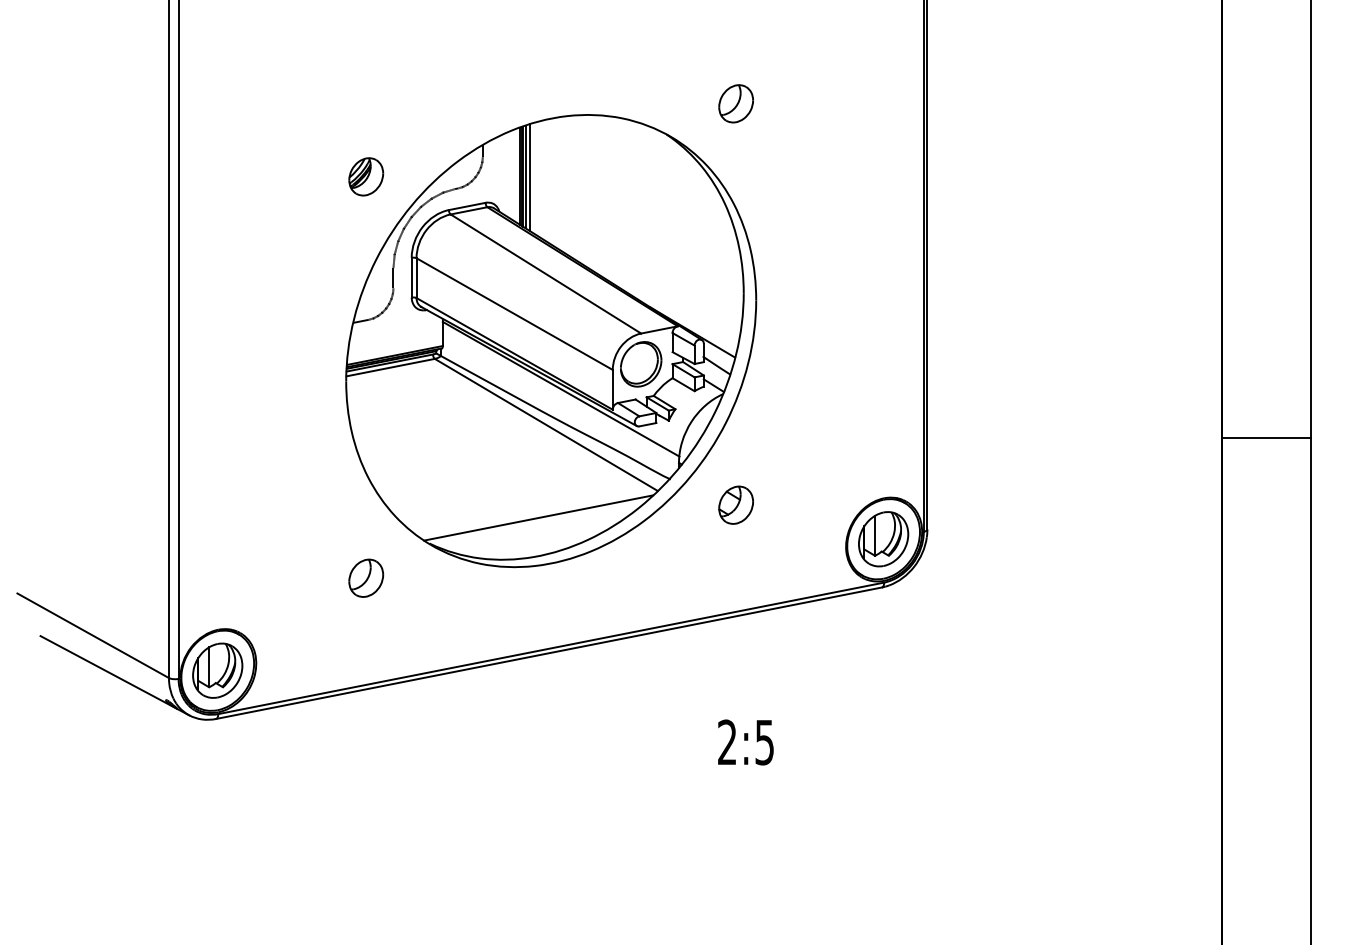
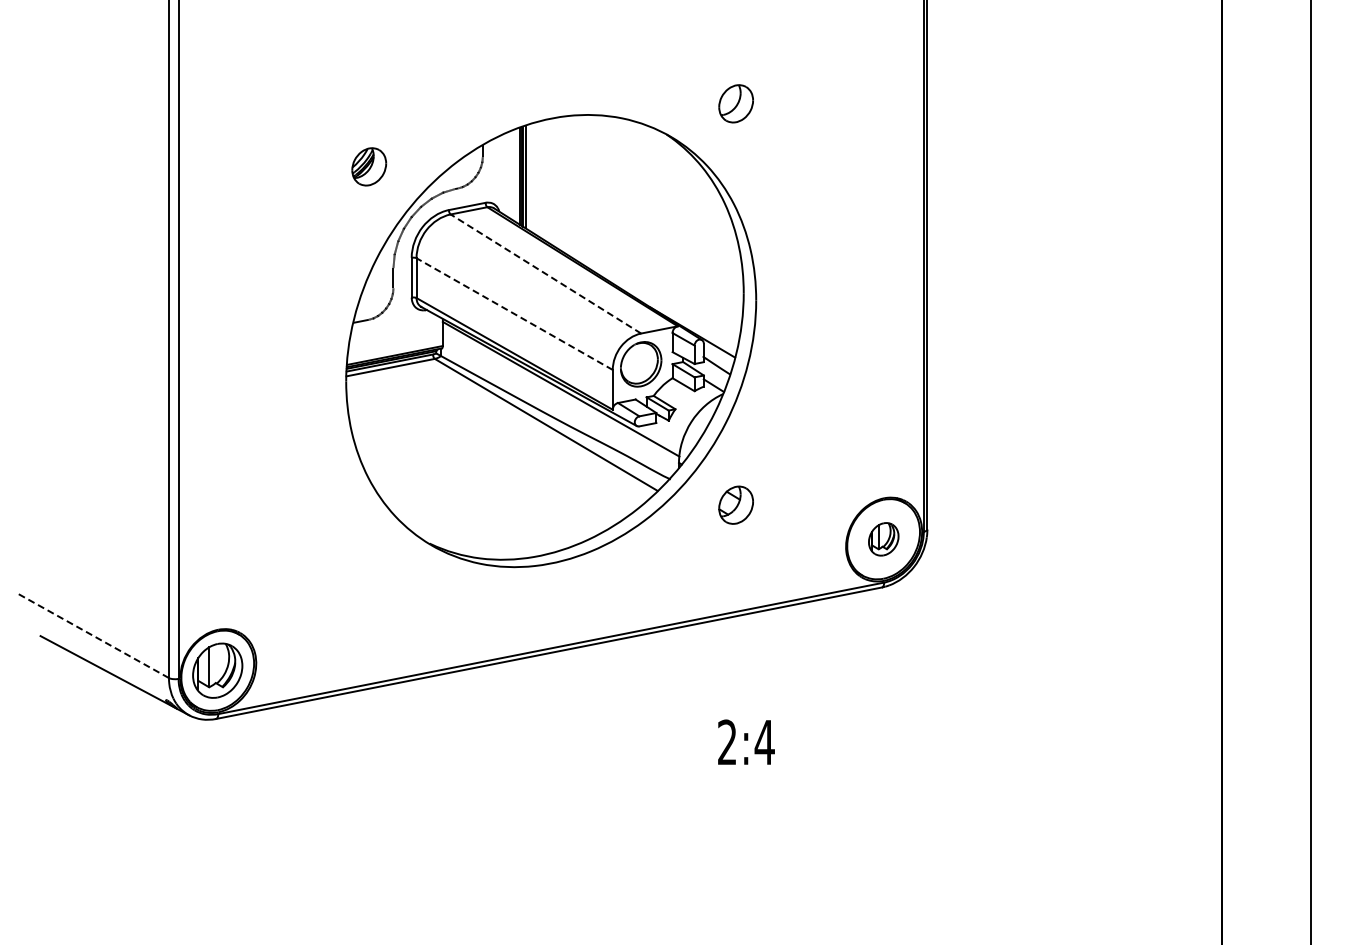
part at (366, 176) position: (366, 176) -> (369, 166)
line at (530, 177): present -> none
line at (545, 273): solid -> dashed
line at (514, 314): solid -> dashed
line at (1266, 438): present -> none
line at (538, 517): present -> none
part at (883, 539) size: 52x57 px -> 32x35 px
part at (366, 577): present -> none
line at (93, 635): solid -> dashed
text at (764, 742): 2:5 -> 2:4
